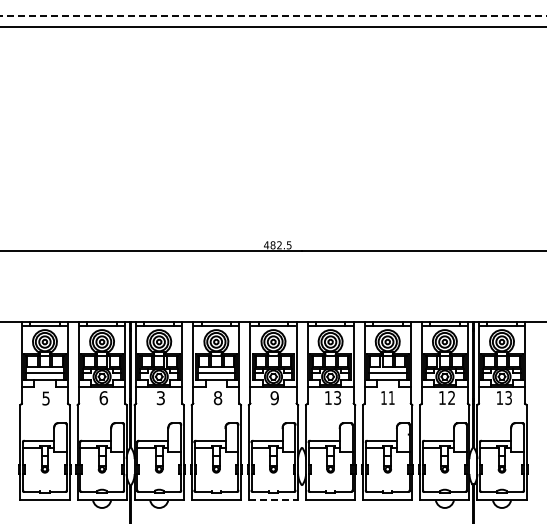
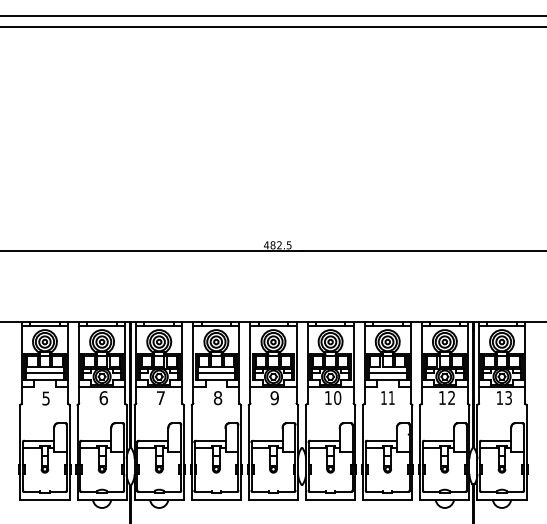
line at (273, 15): dashed -> solid
text at (337, 397): 13 -> 10
text at (160, 398): 3 -> 7
line at (273, 500): dashed -> solid
